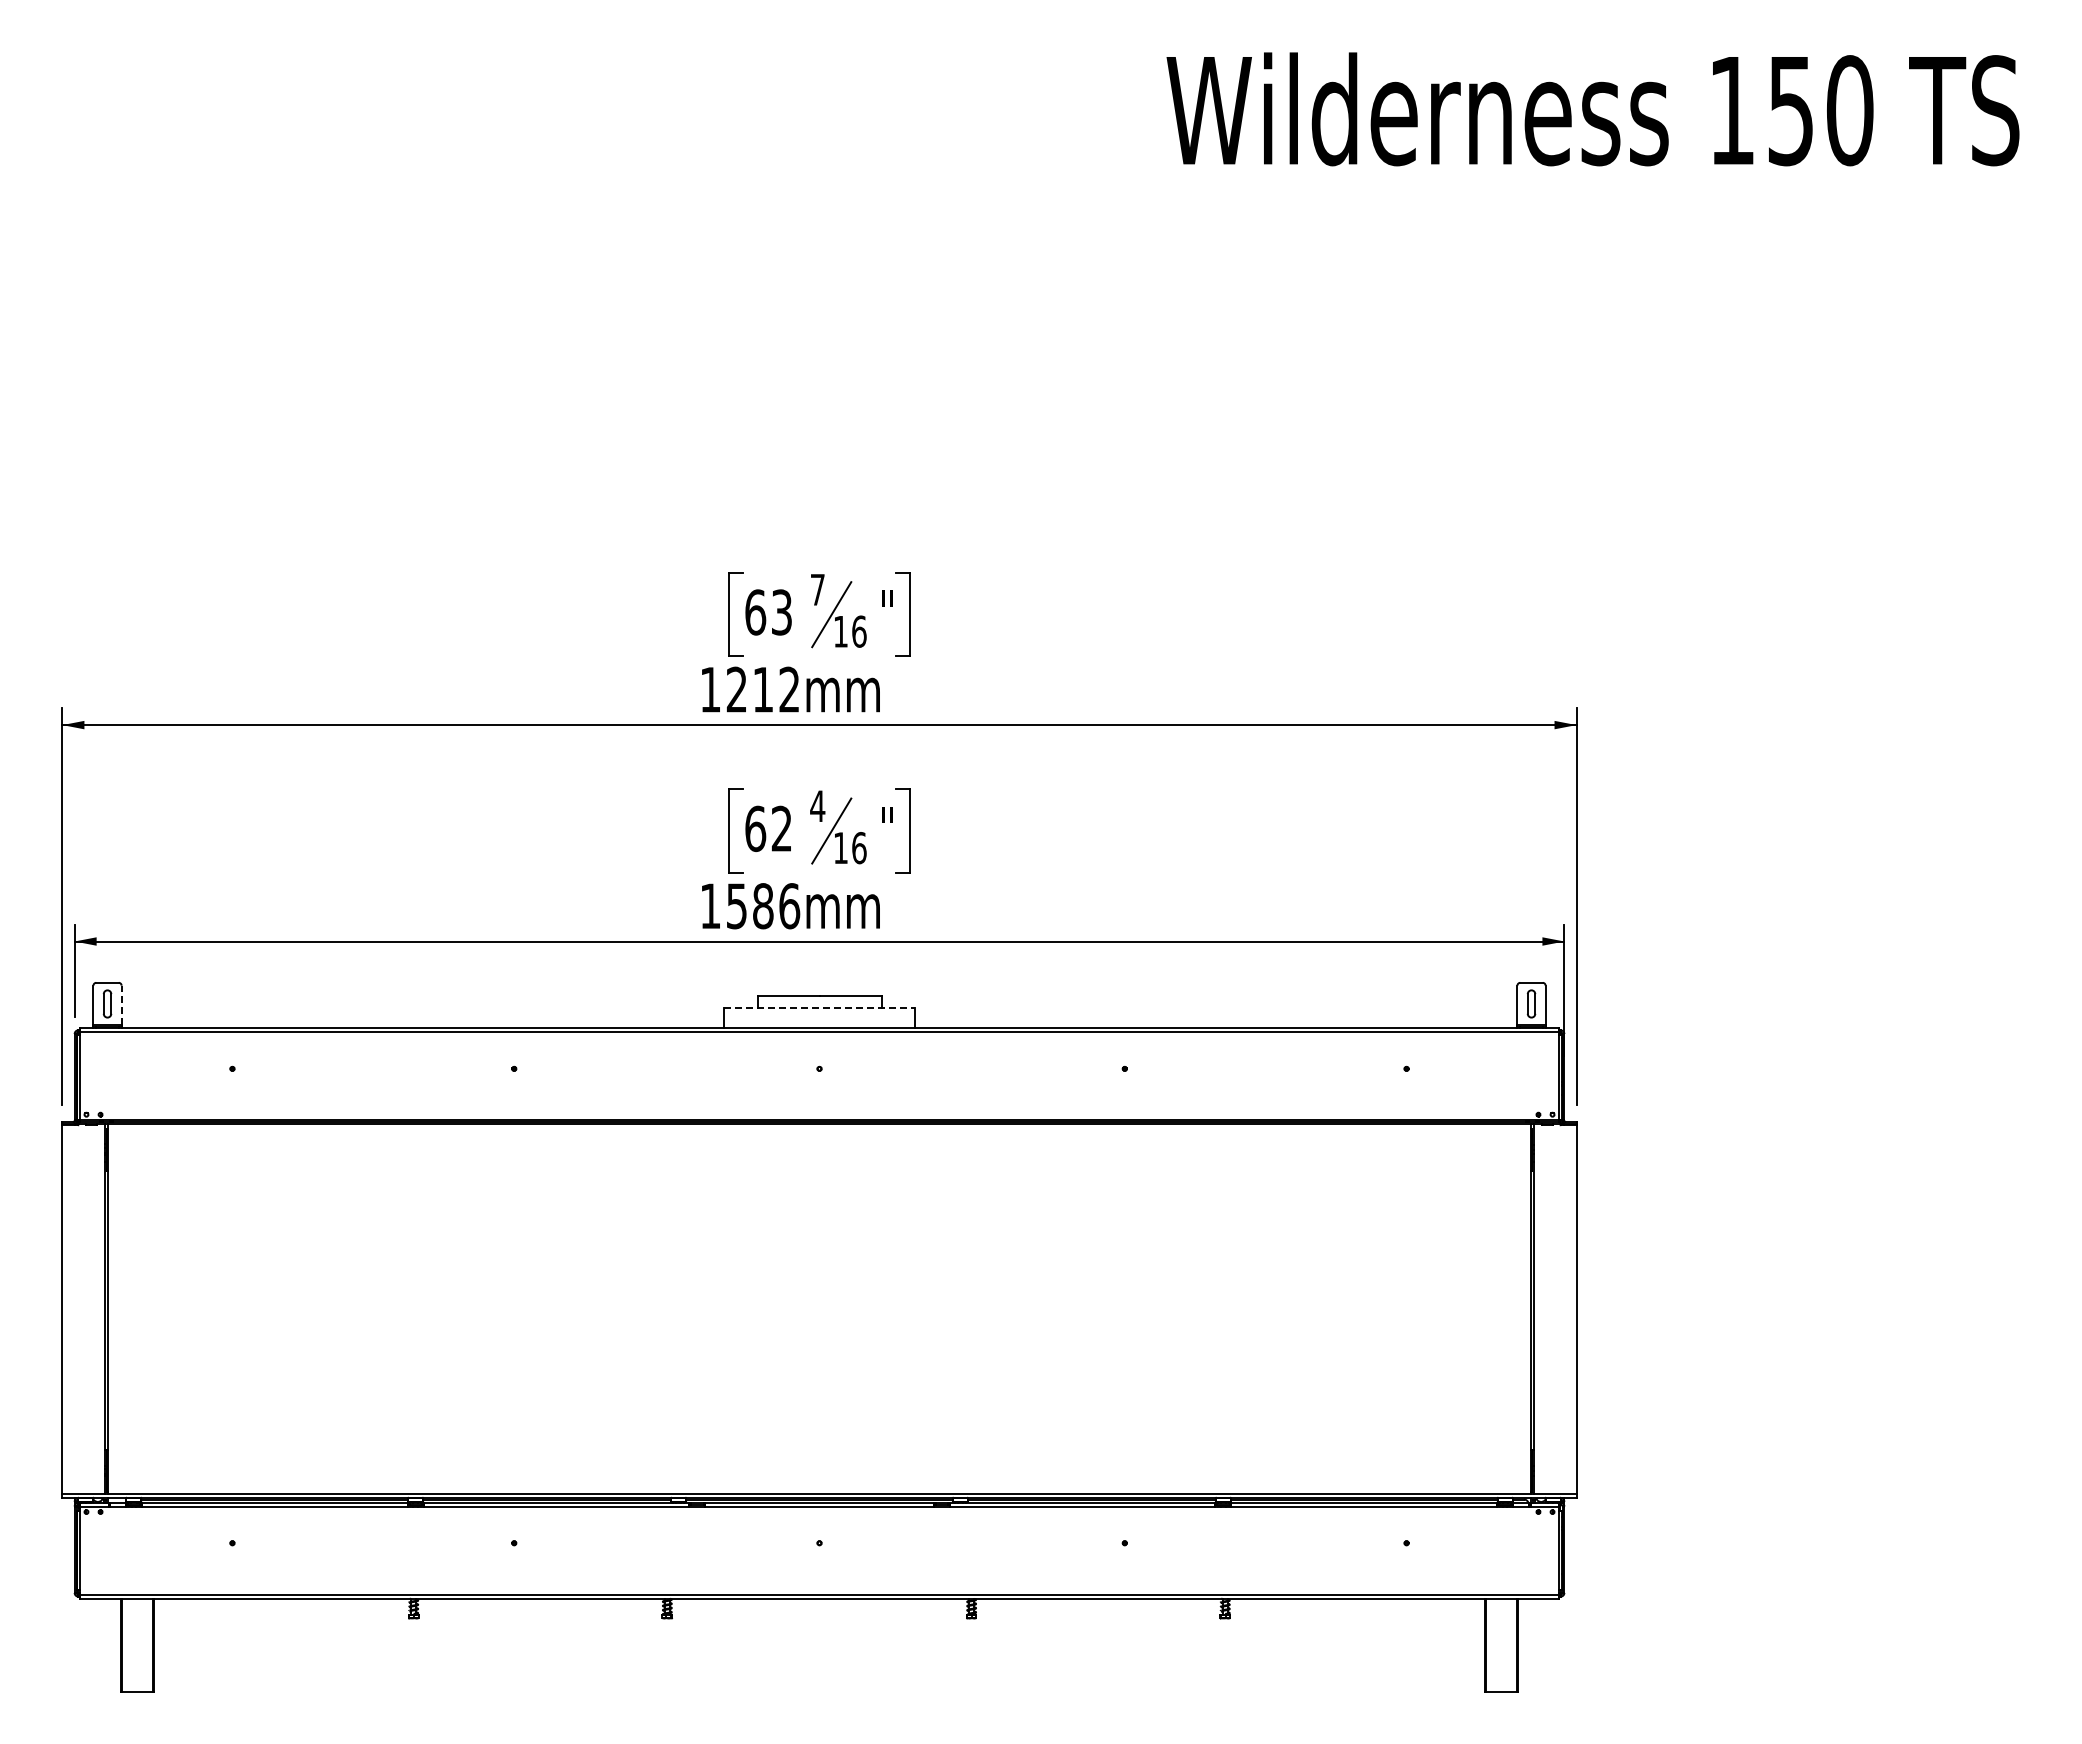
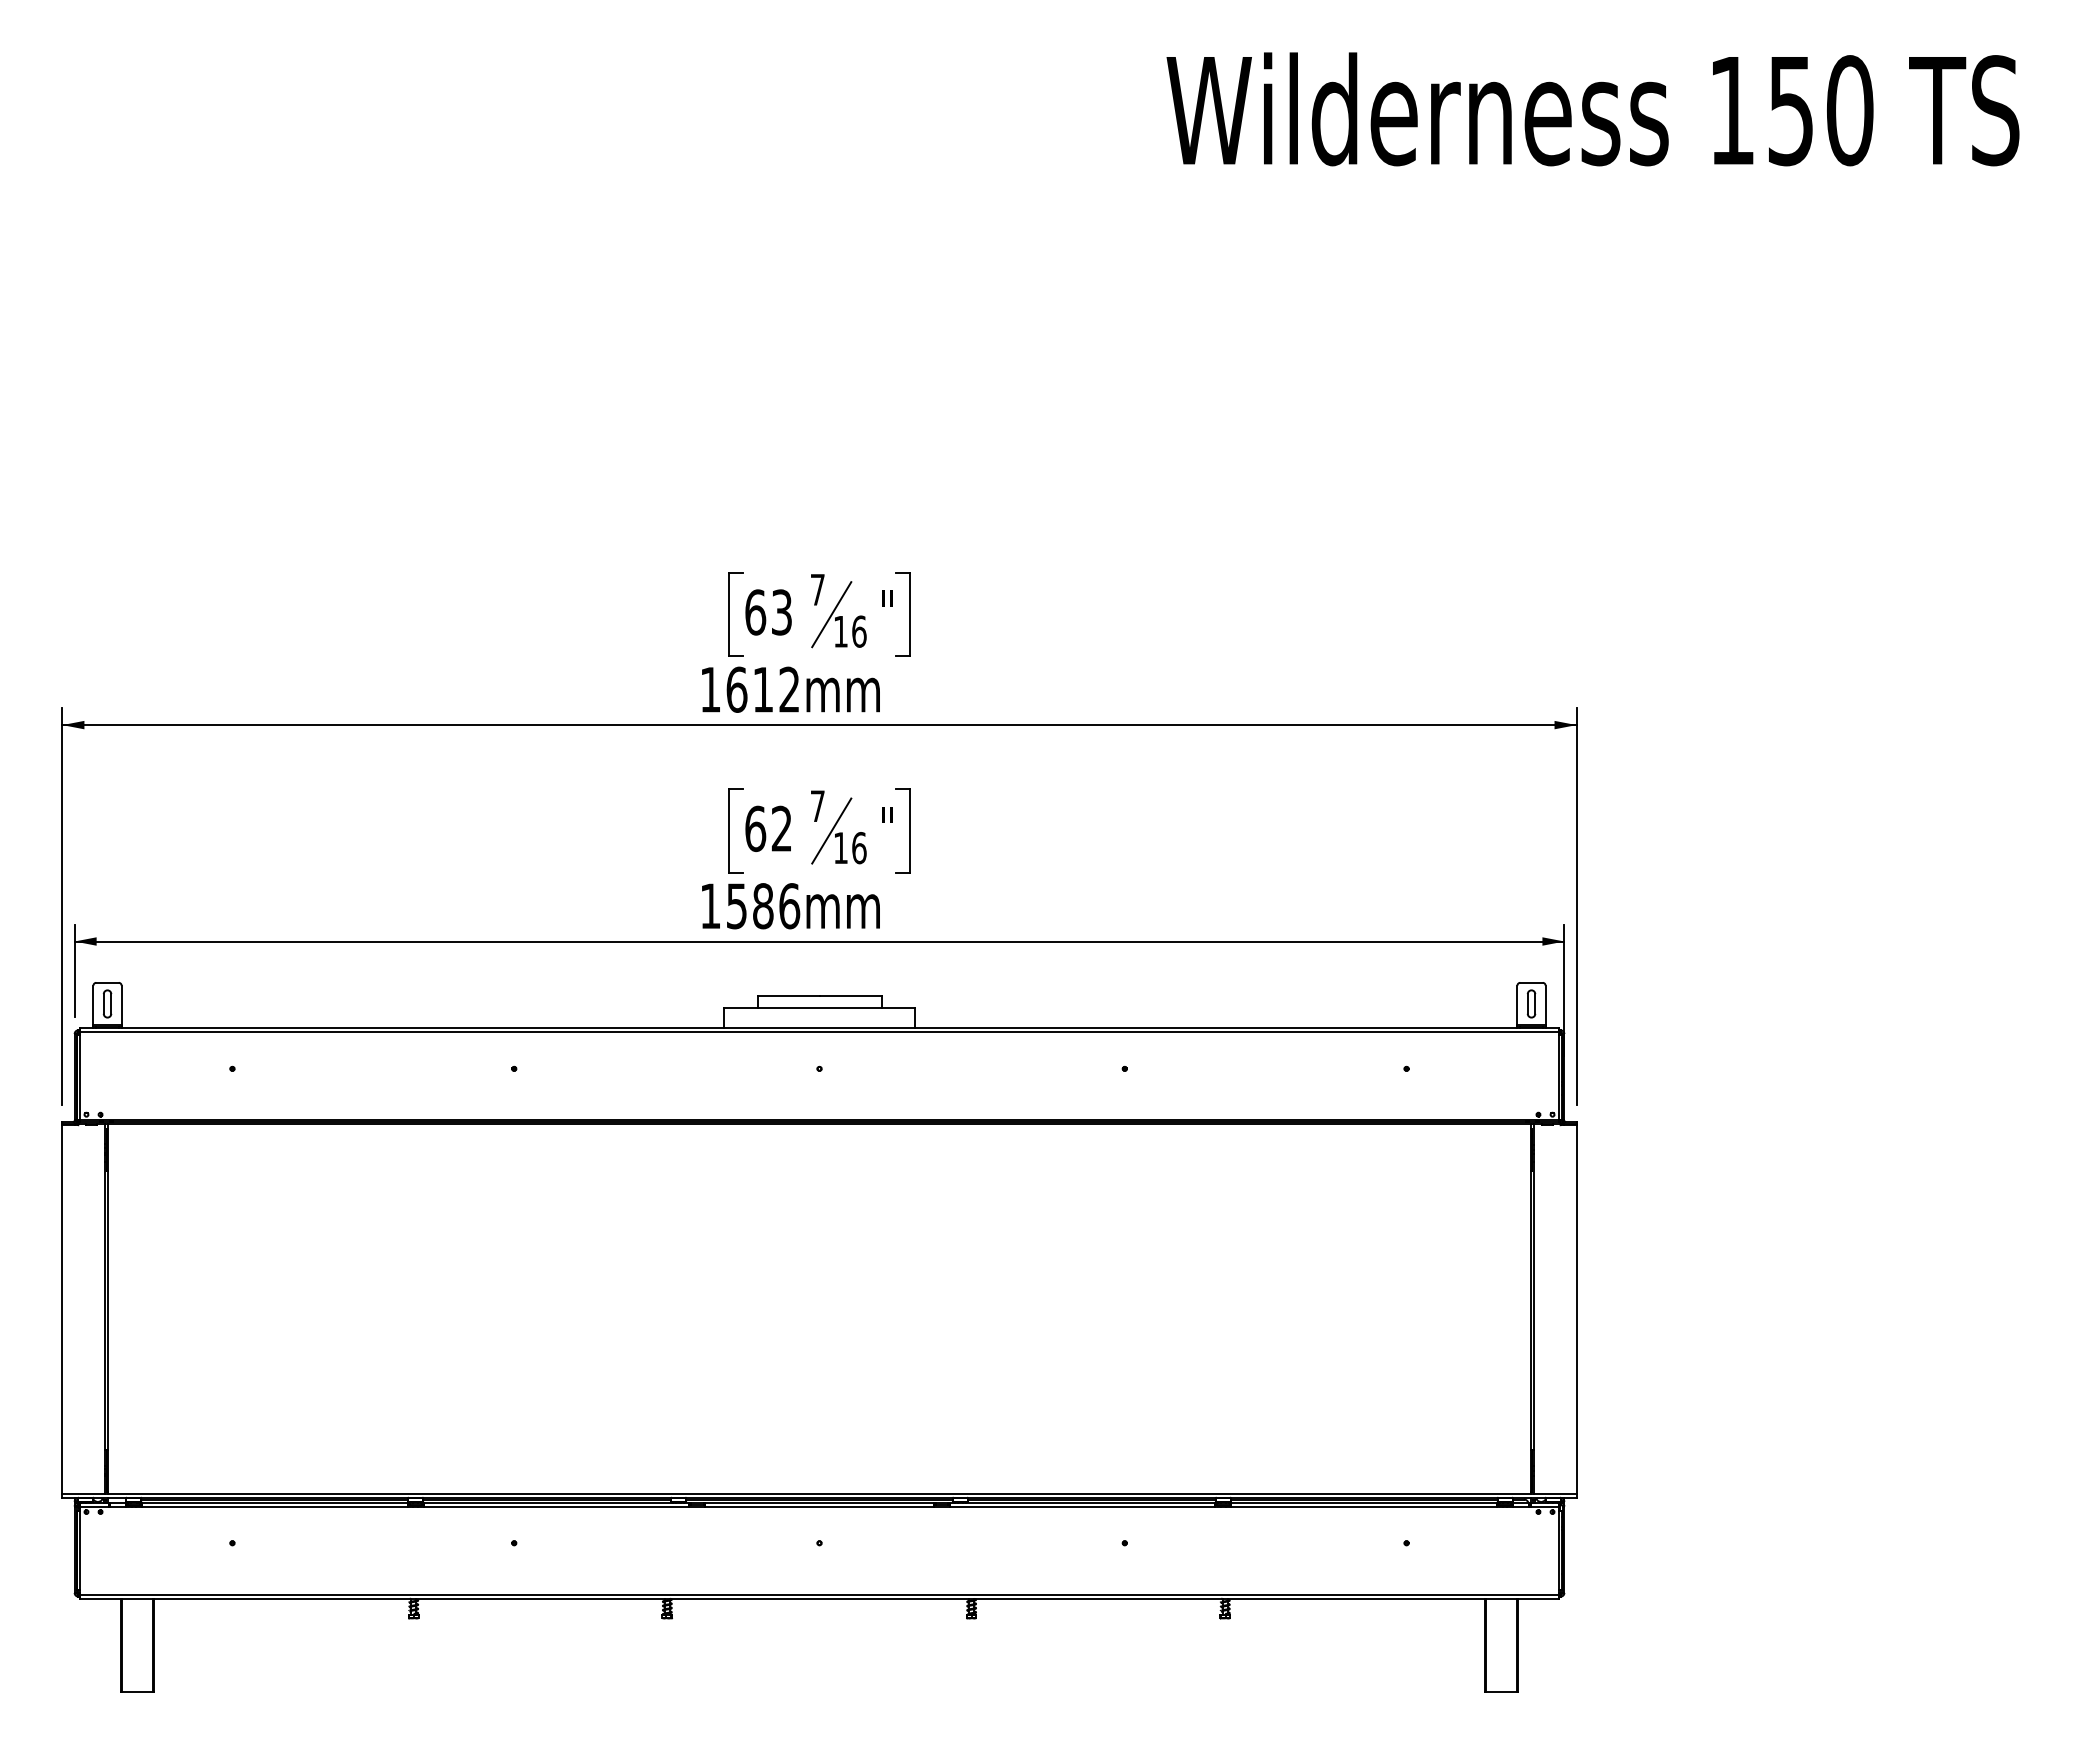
text at (736, 689): 1212mm -> 1612mm
text at (817, 805): 4 -> 7
line at (121, 1005): dashed -> solid
line at (819, 1008): dashed -> solid
